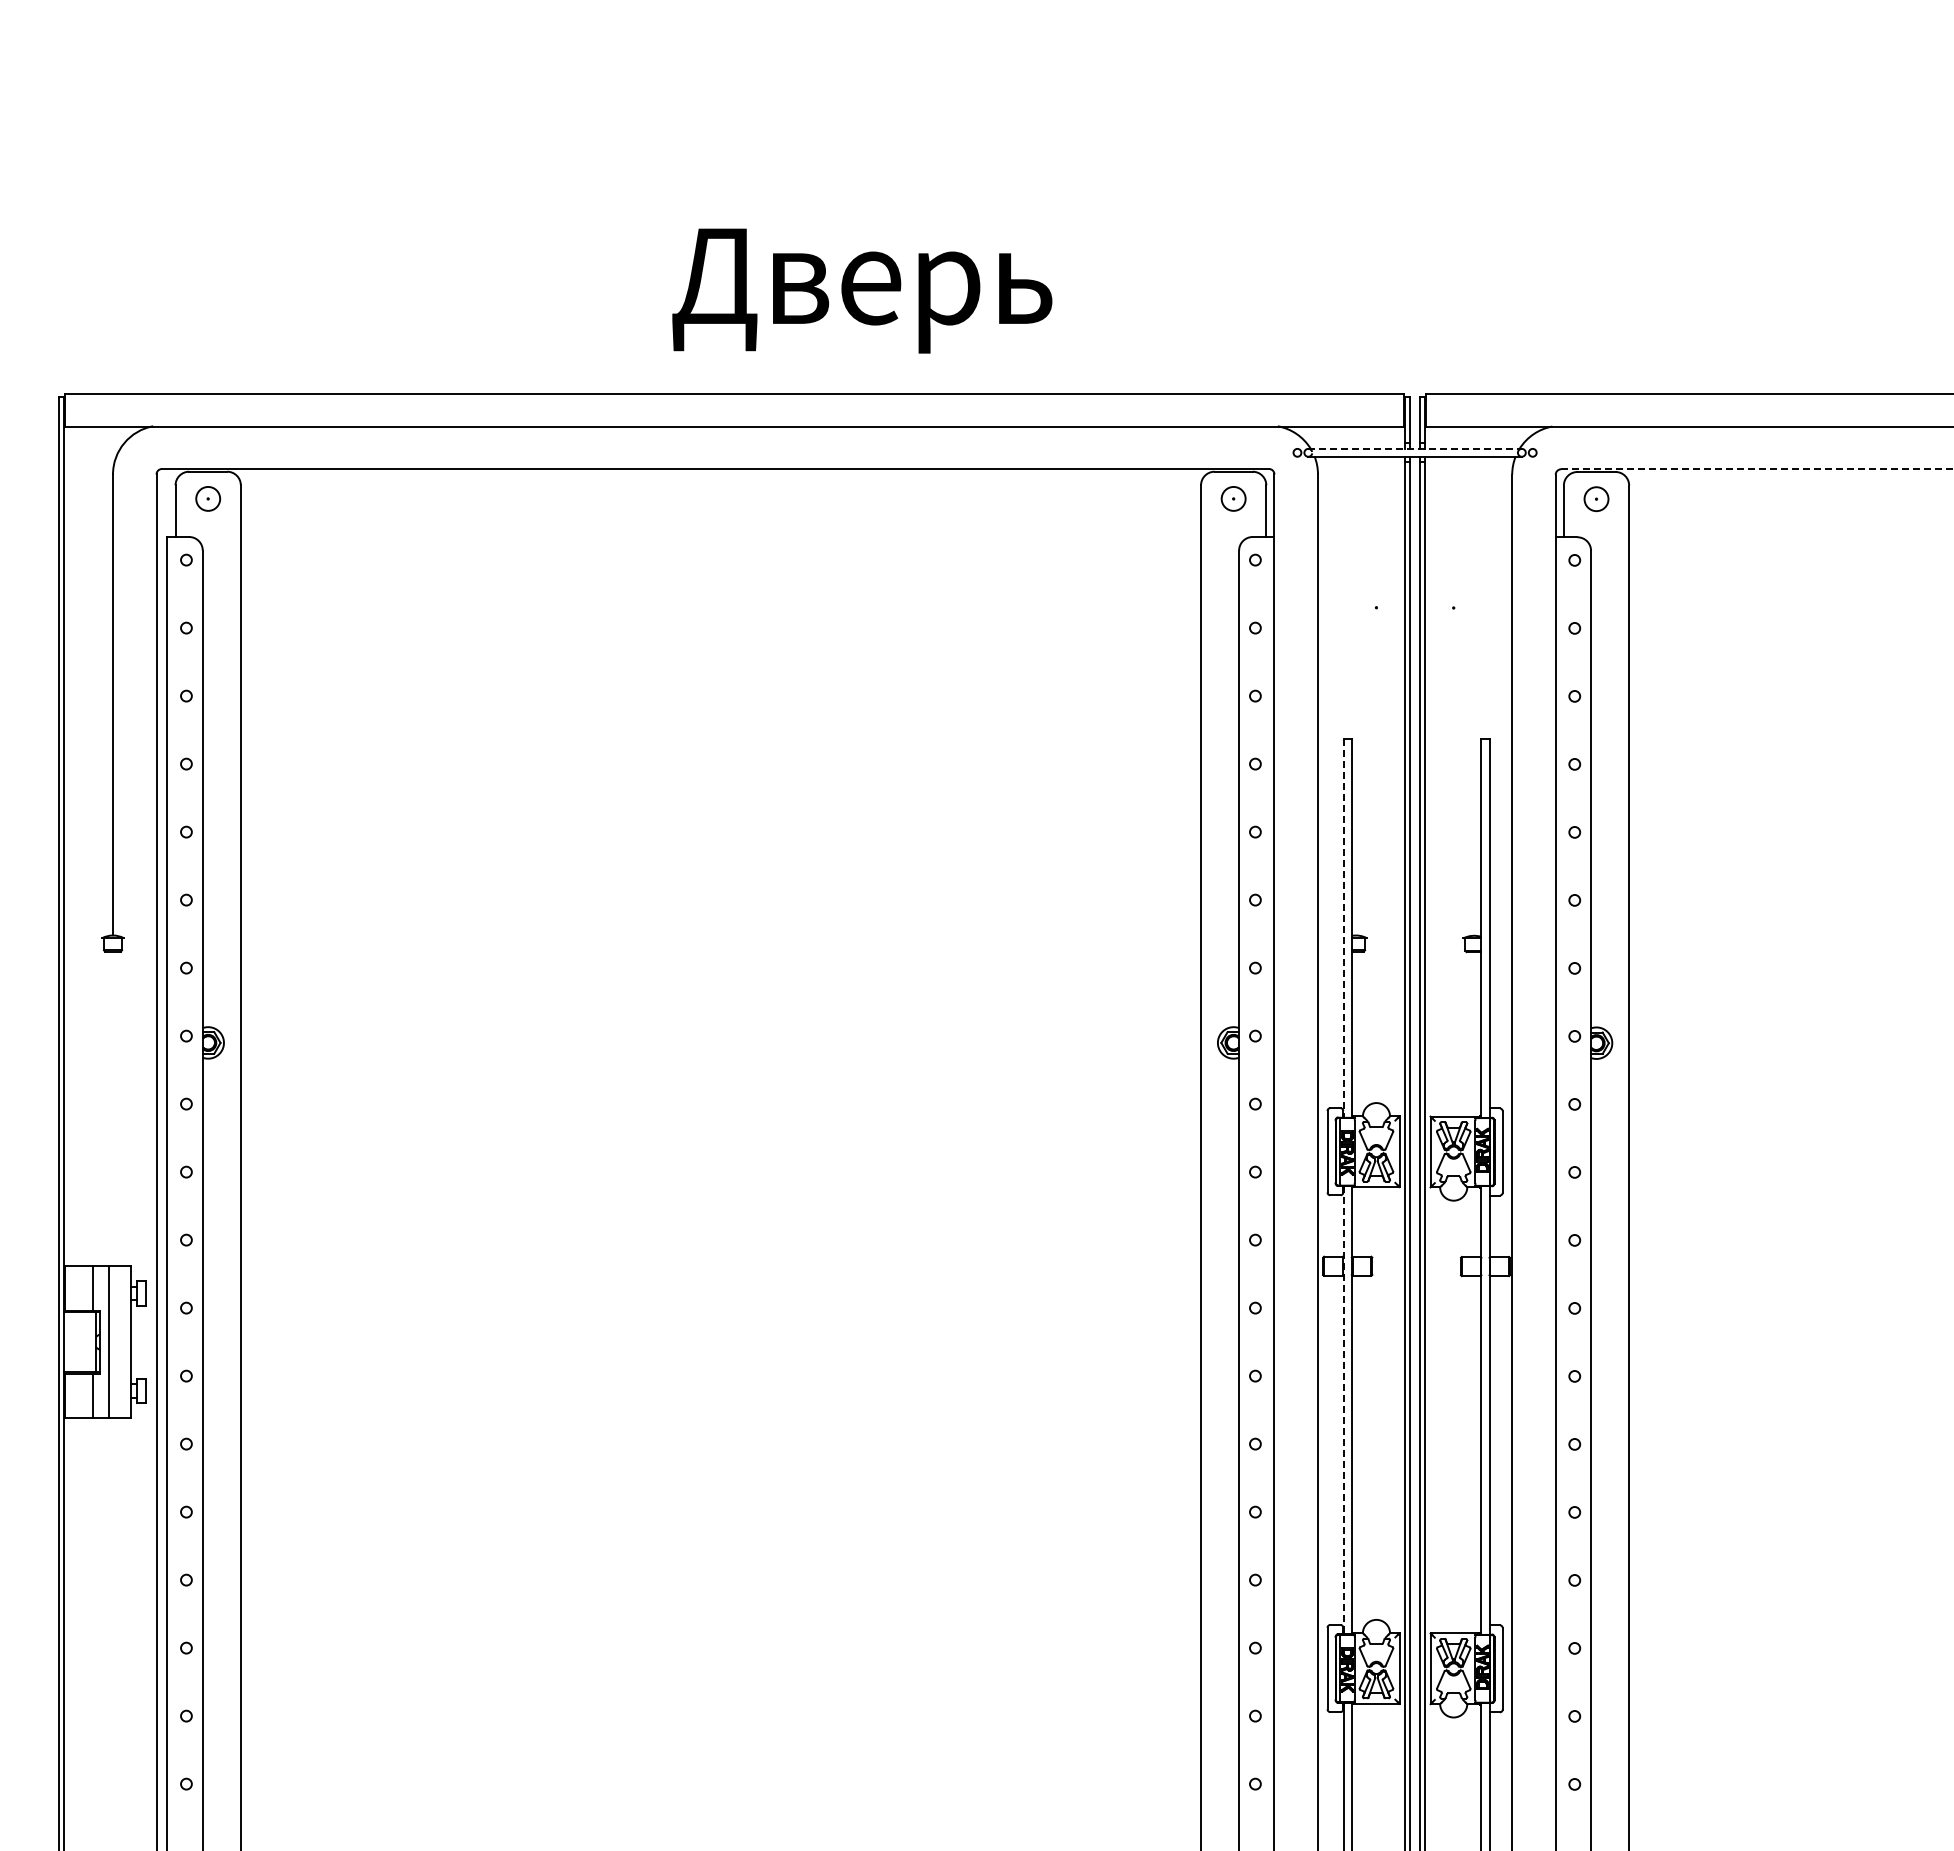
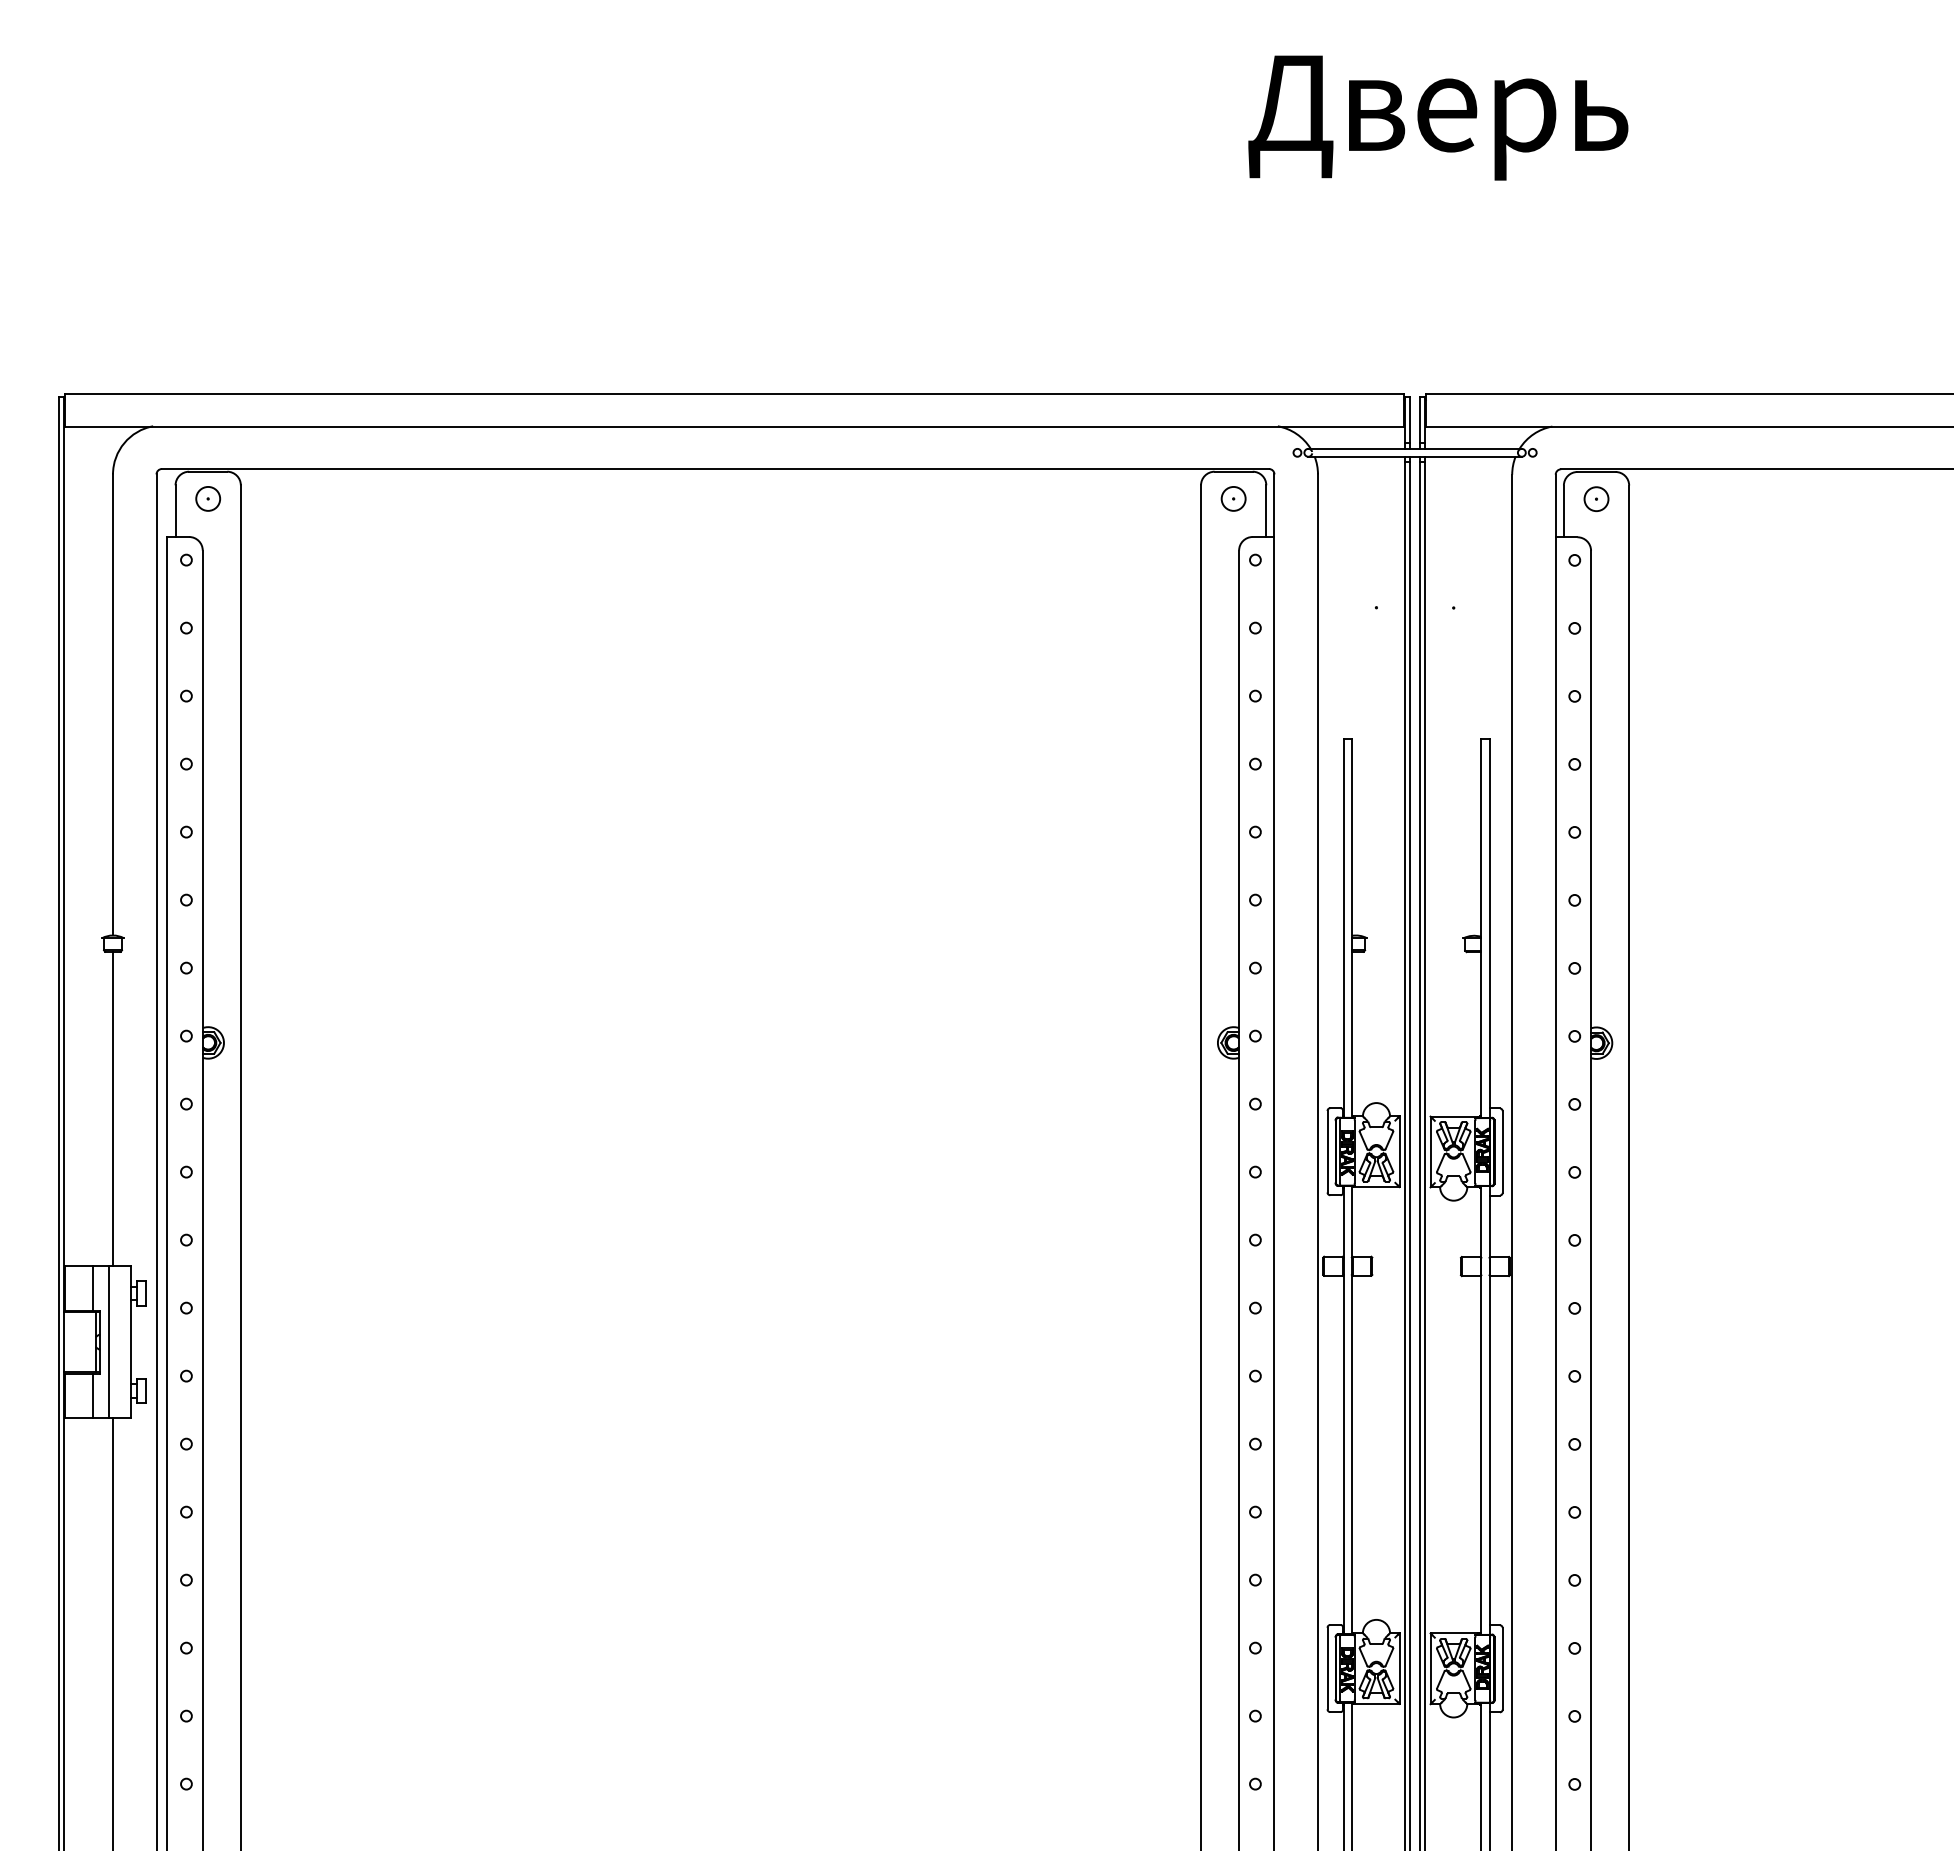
text at (862, 290) position: (862, 290) -> (1438, 117)
line at (1415, 448): dashed -> solid
line at (1758, 469): dashed -> solid
line at (1343, 928): dashed -> solid
line at (113, 1108): none -> present
line at (1343, 1410): dashed -> solid
line at (113, 1632): none -> present
